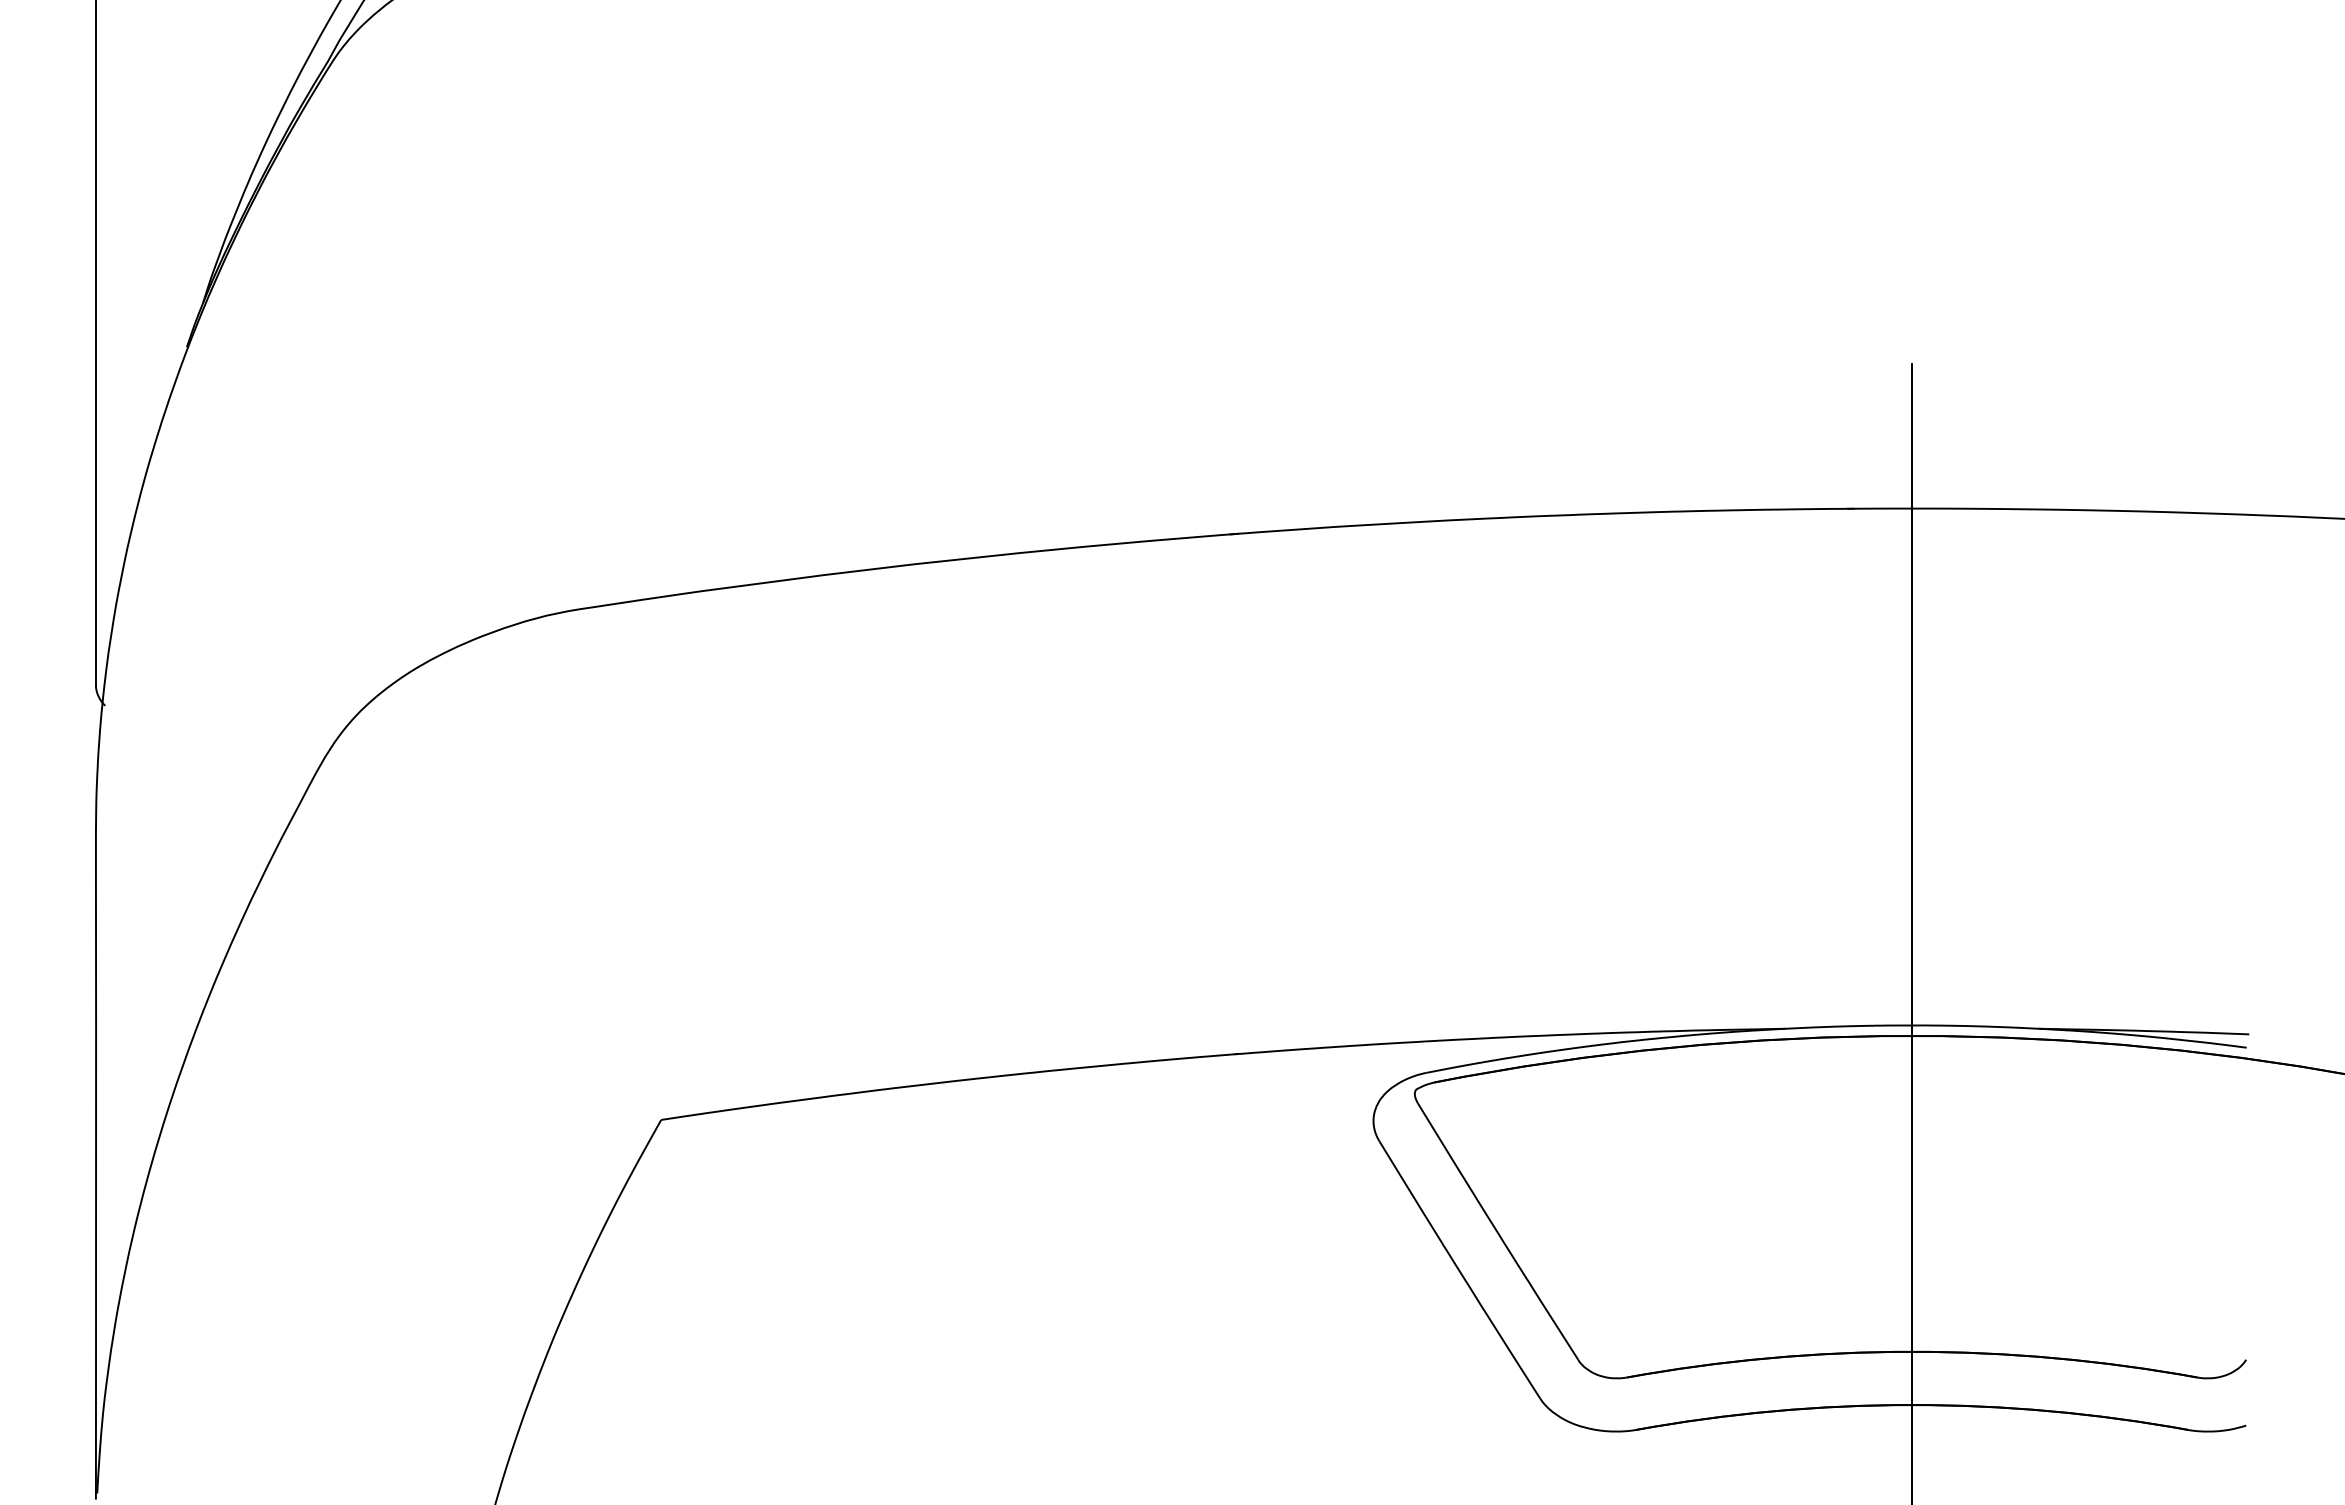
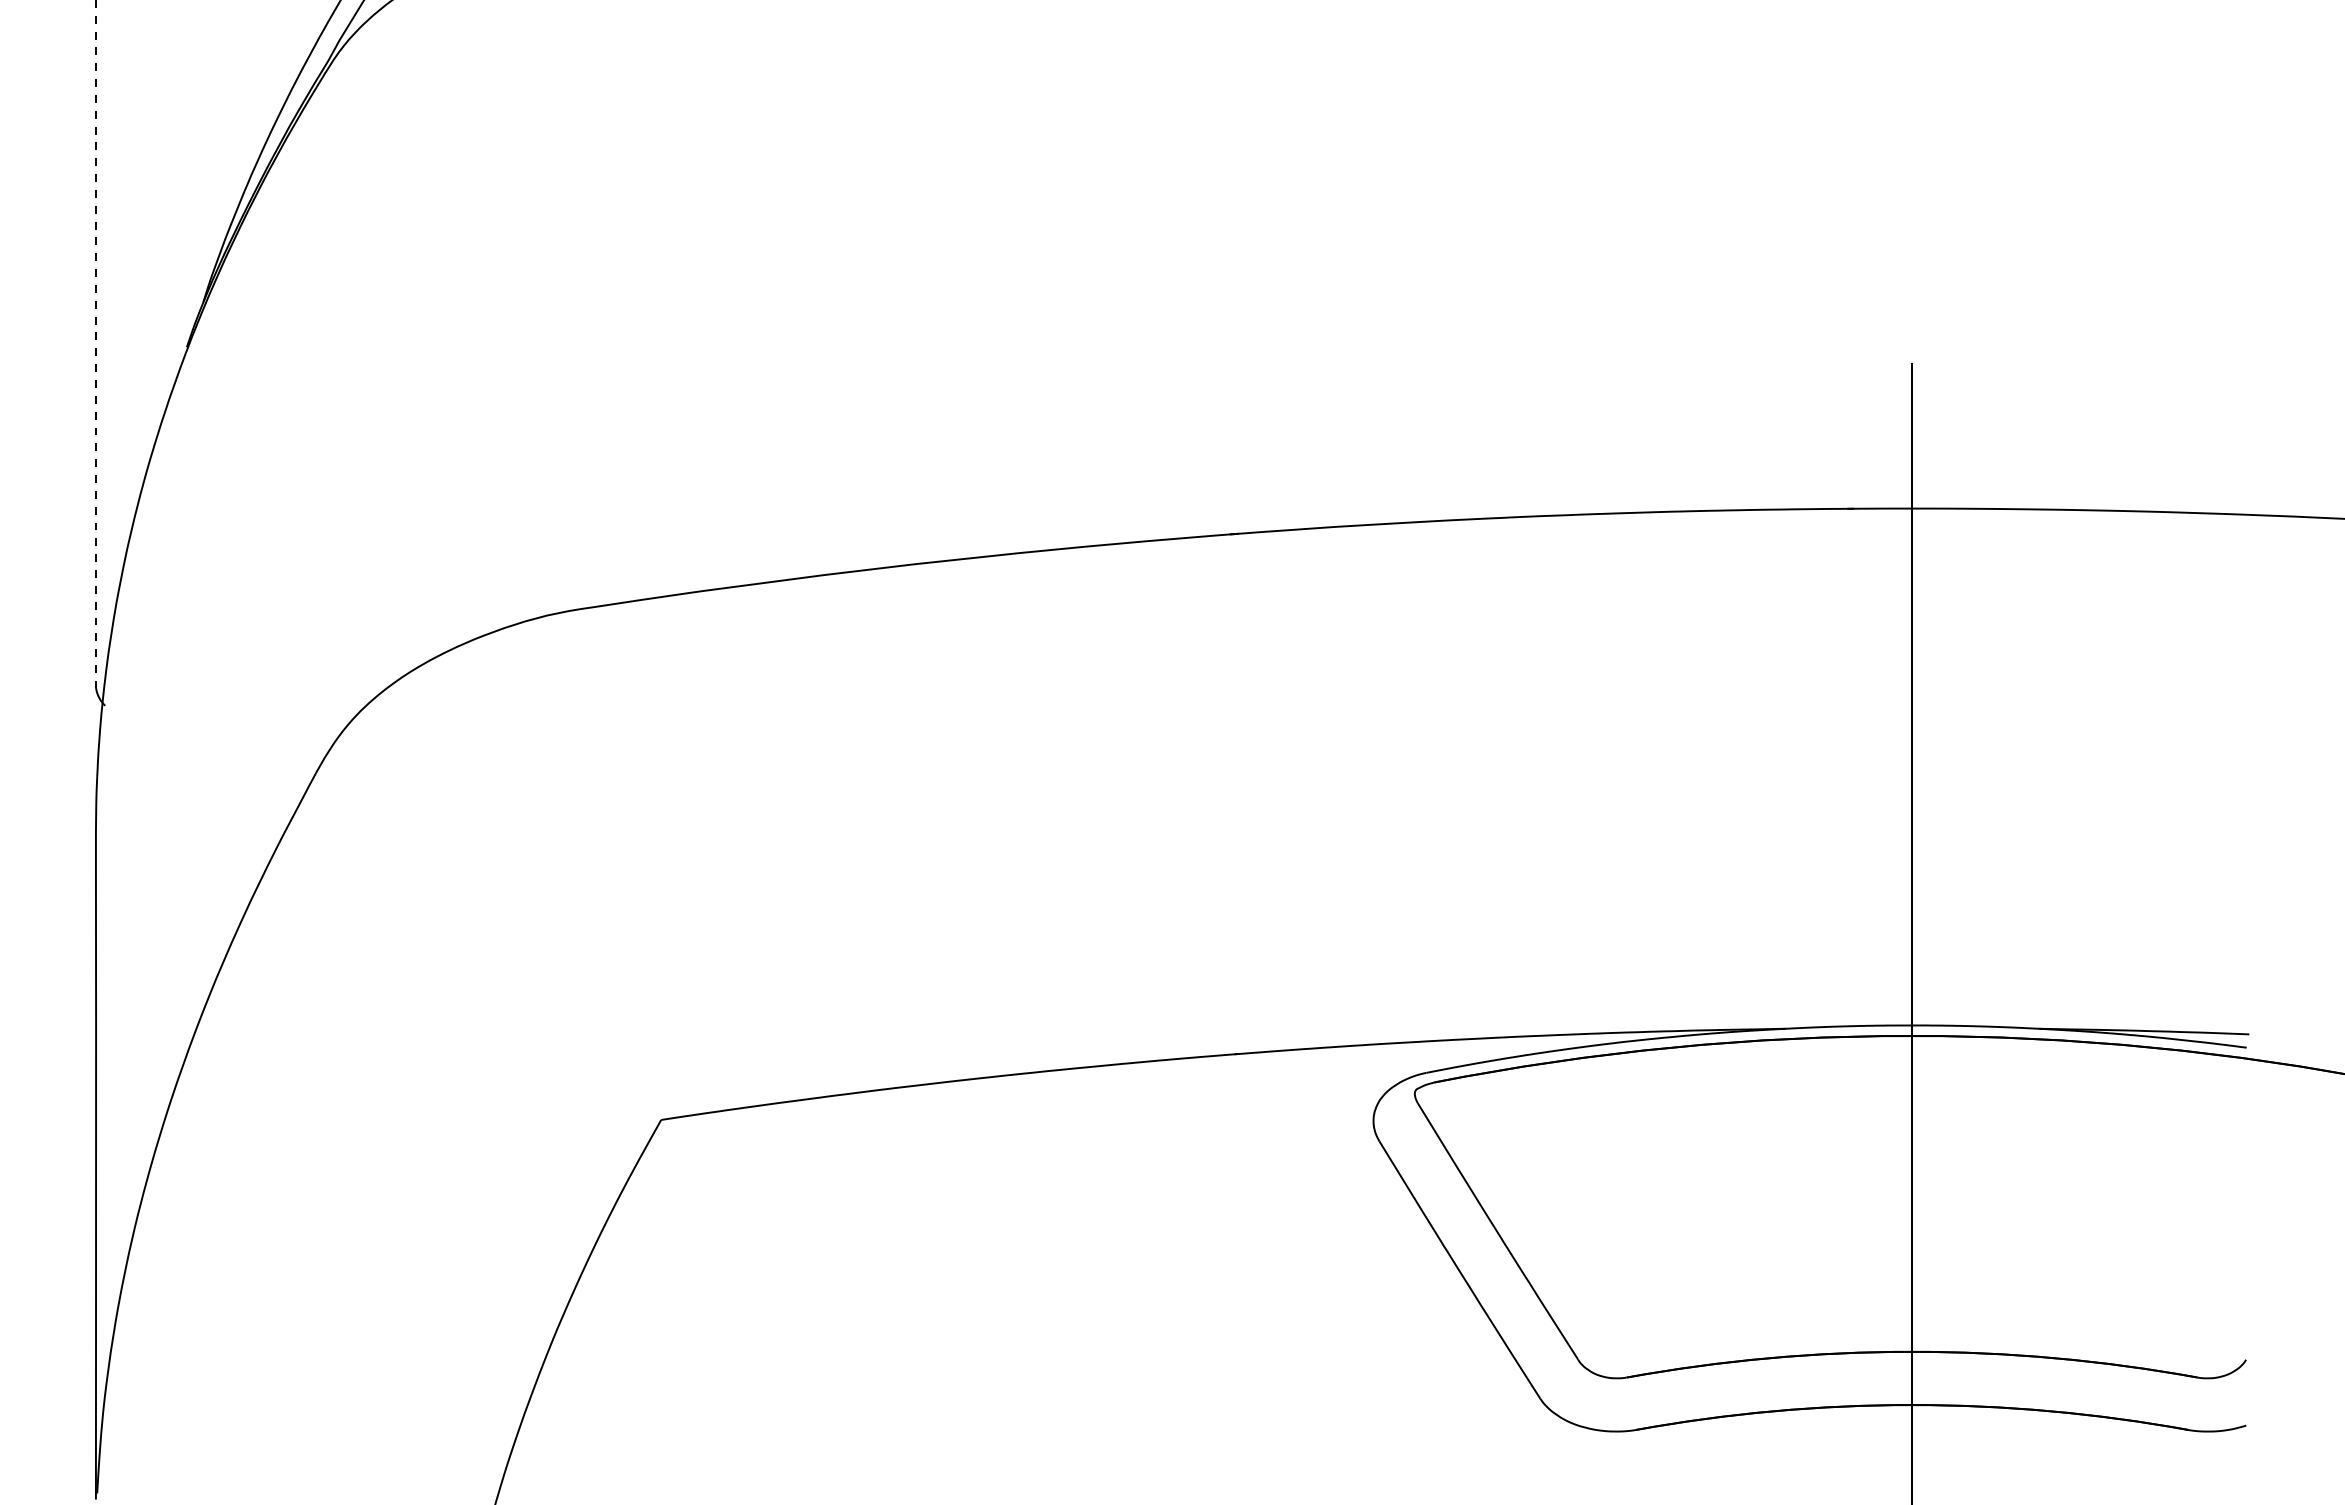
line at (96, 343): solid -> dashed
